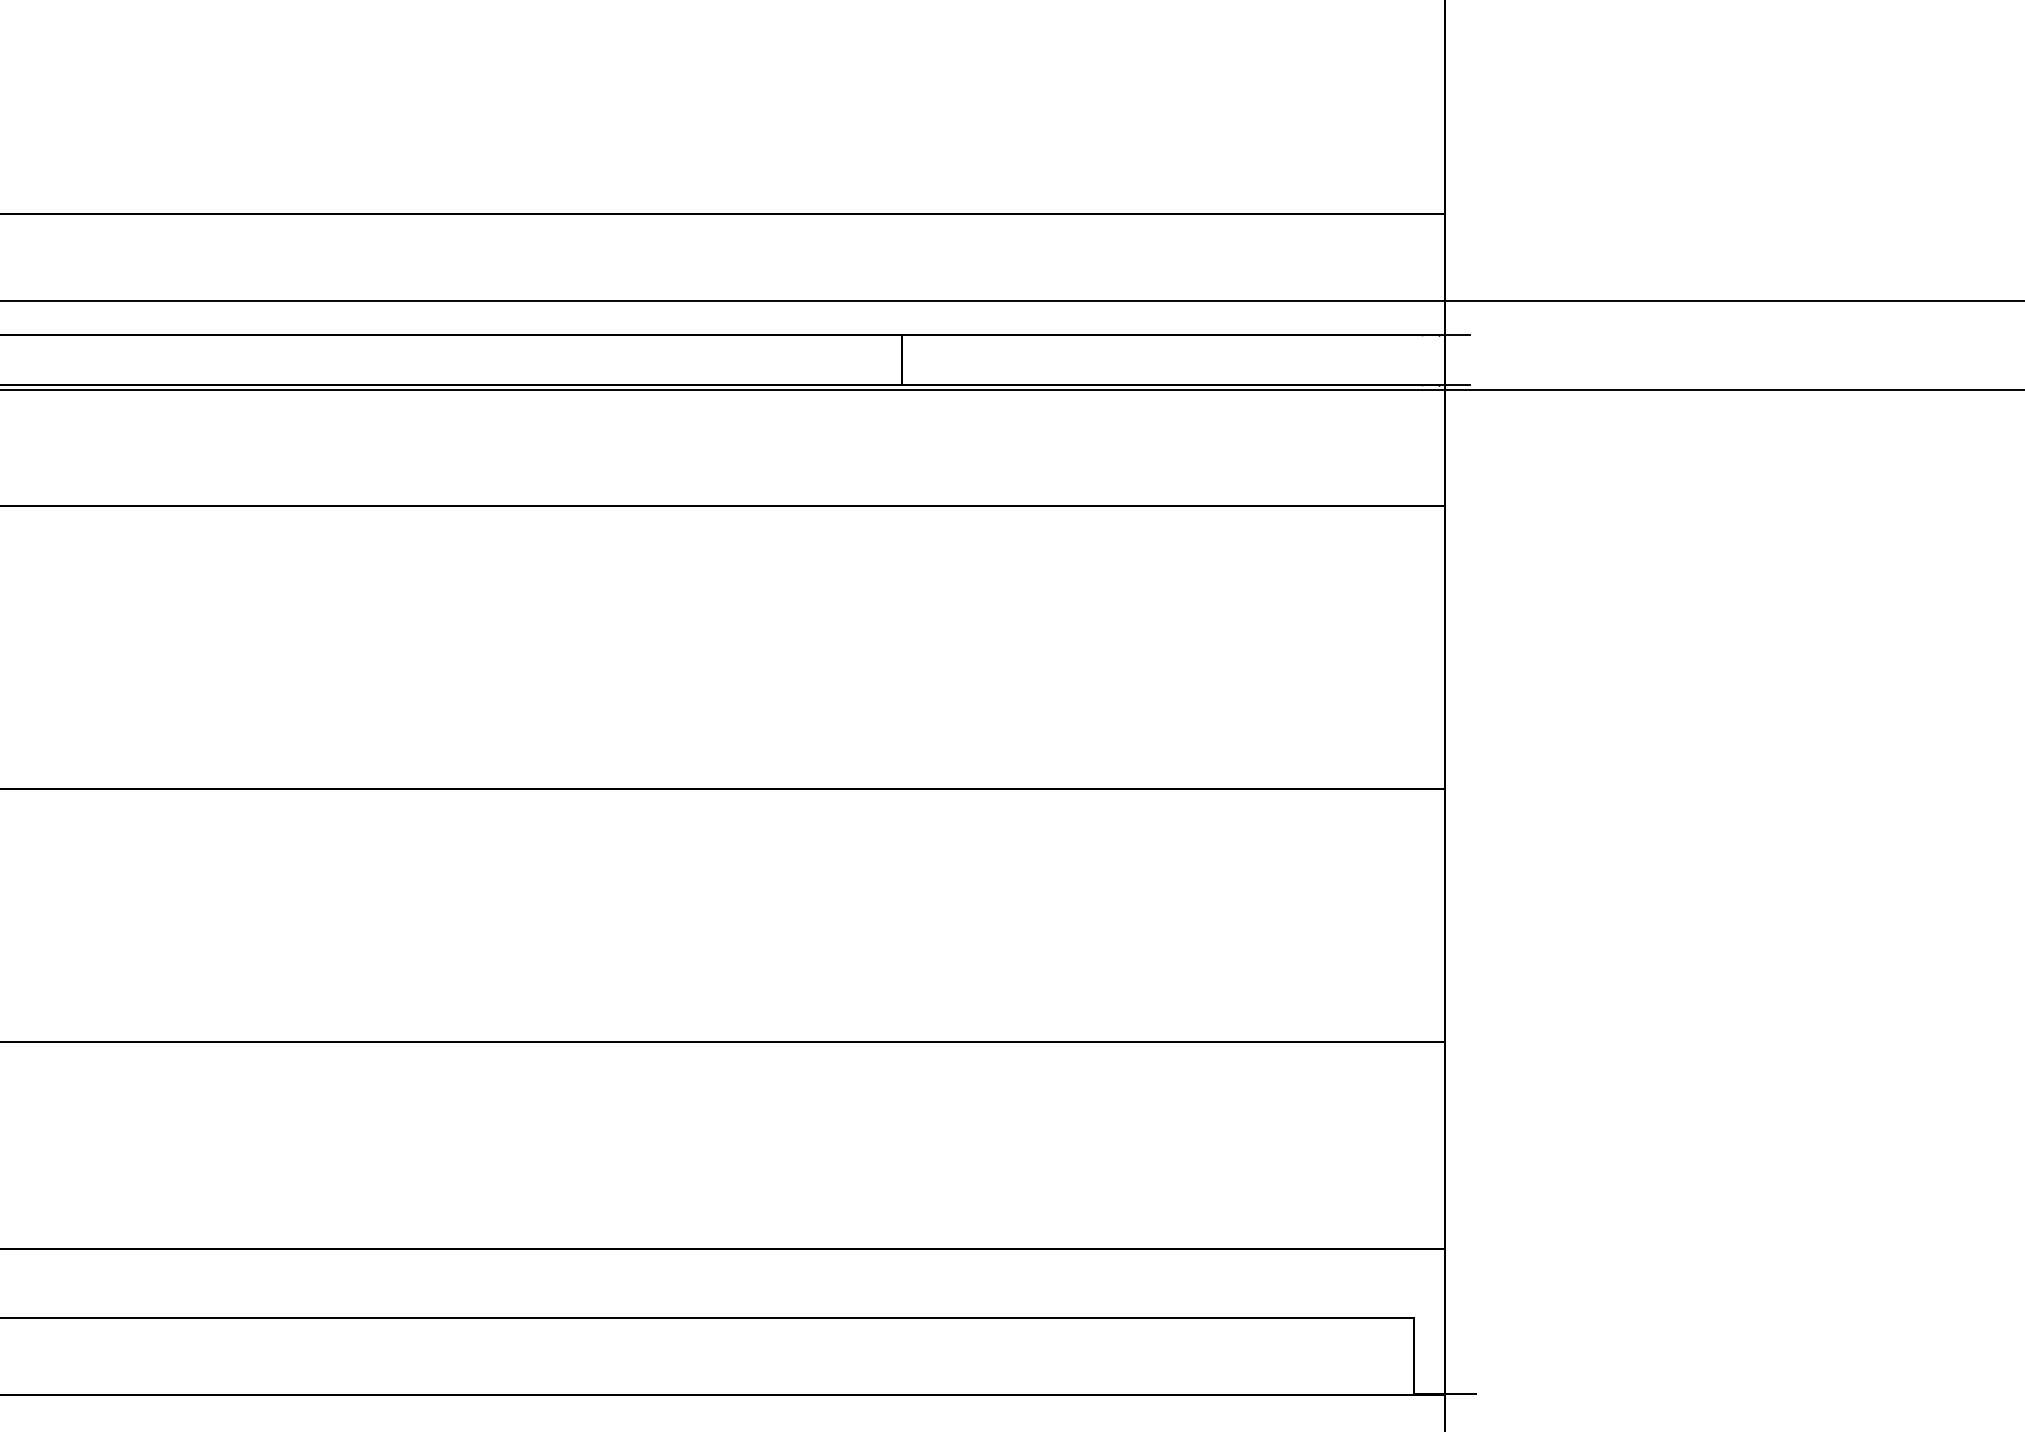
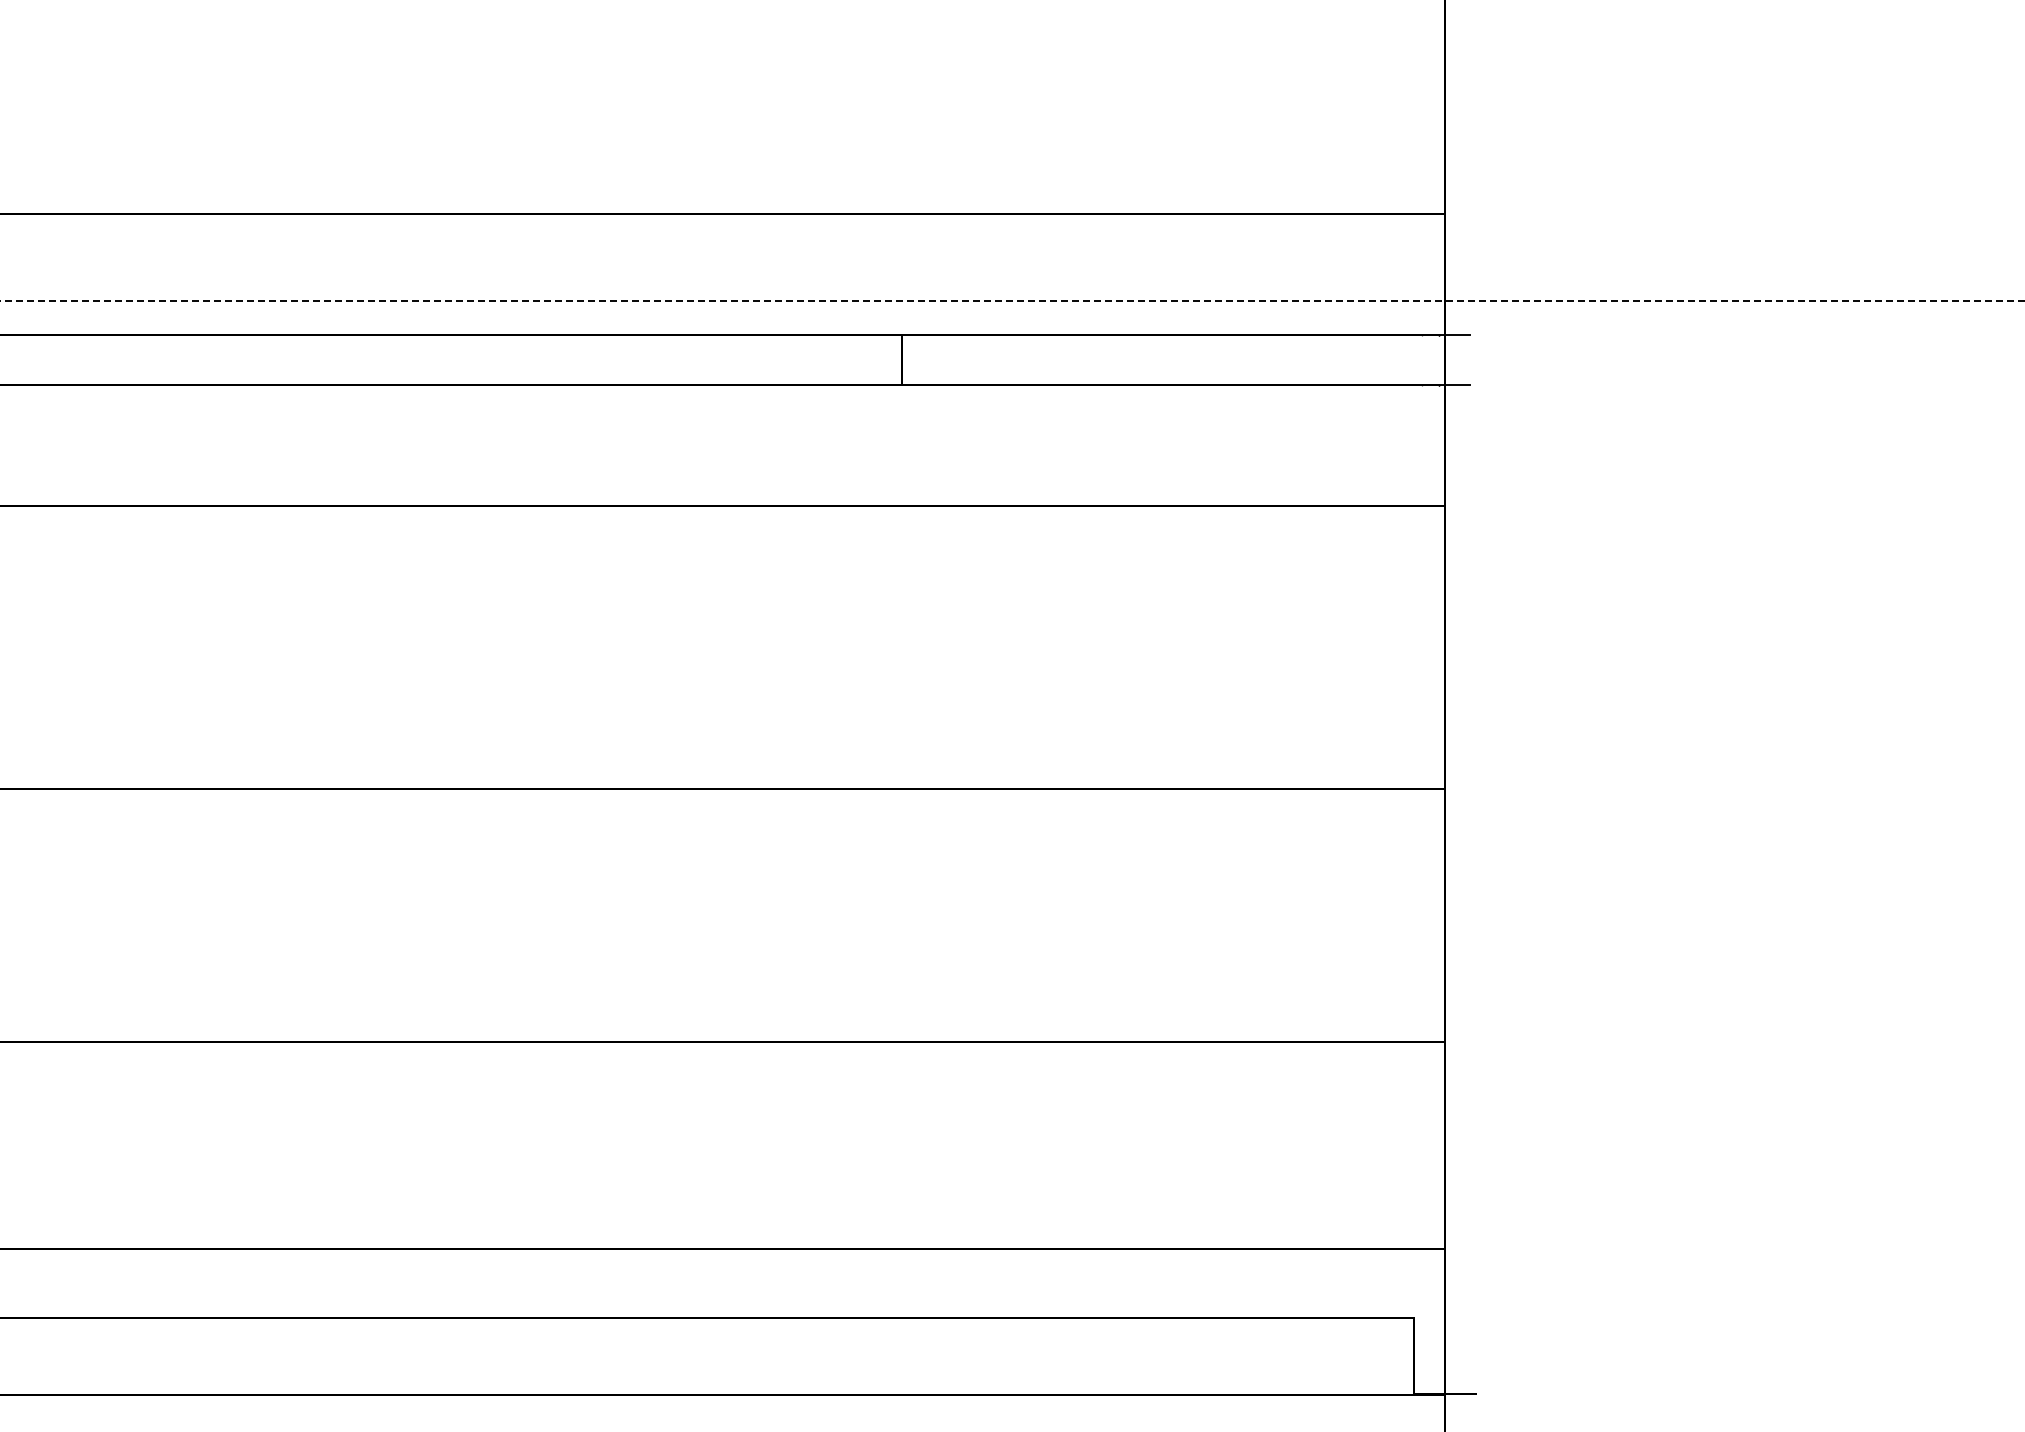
line at (1012, 300): solid -> dashed
line at (1011, 389): present -> none
